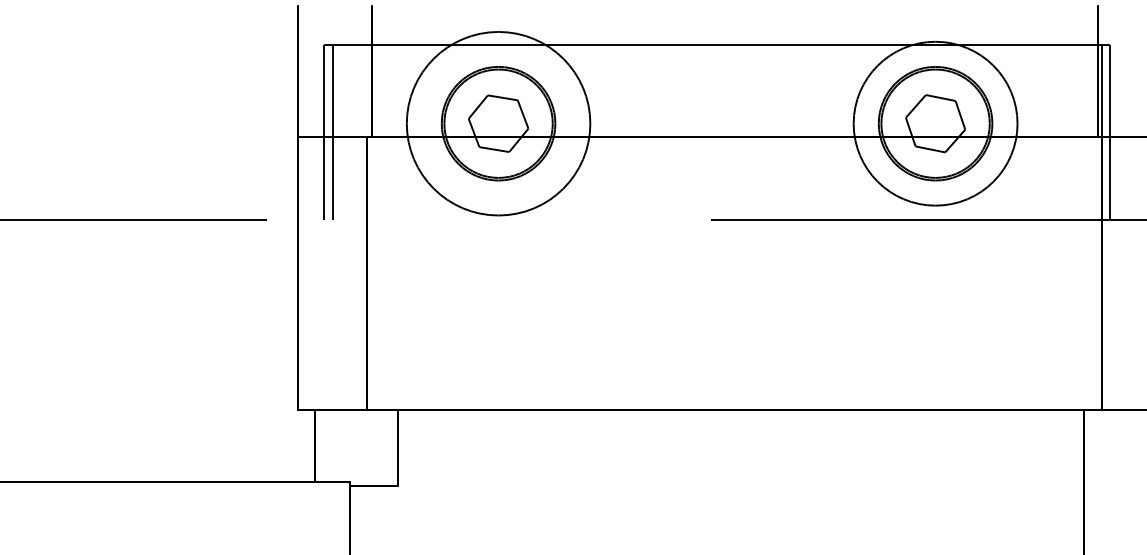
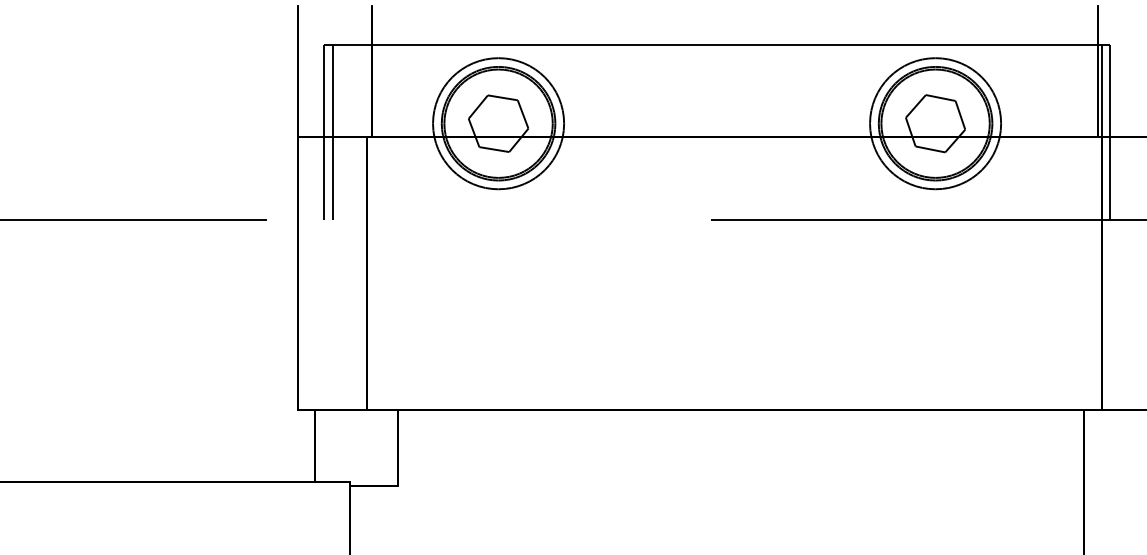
circle at (498, 123) diameter: 184 px -> 131 px
circle at (935, 123) diameter: 164 px -> 131 px
